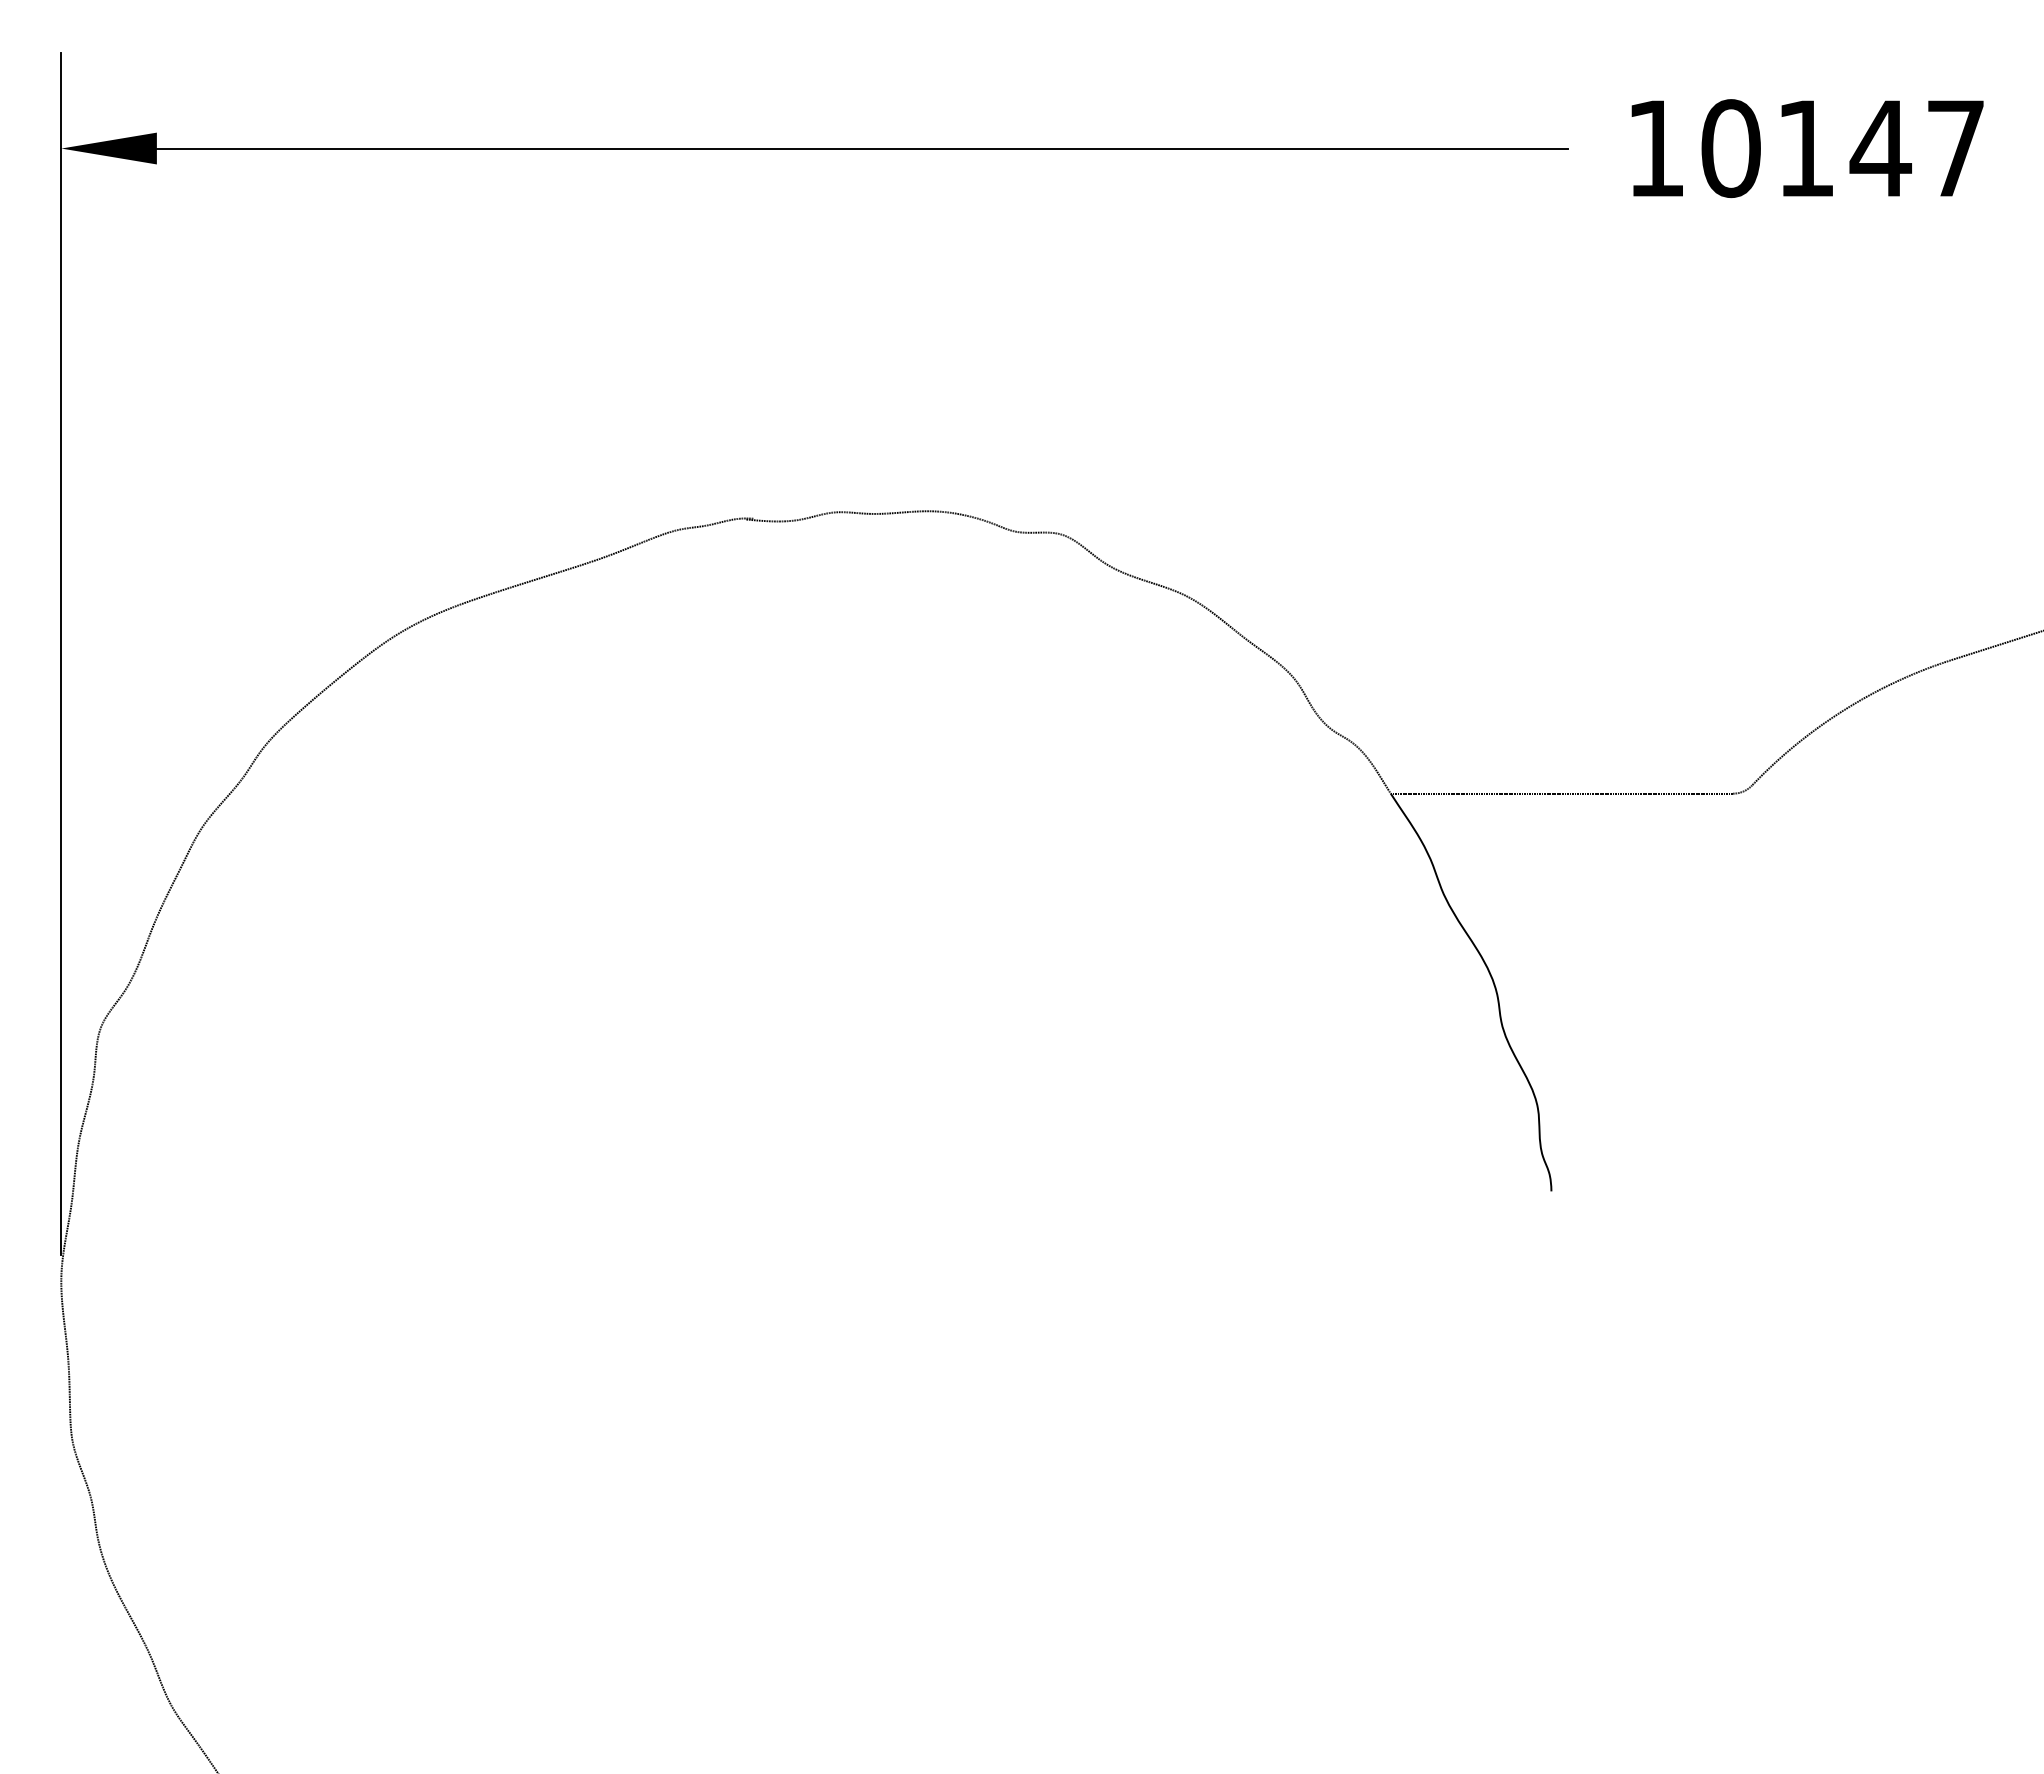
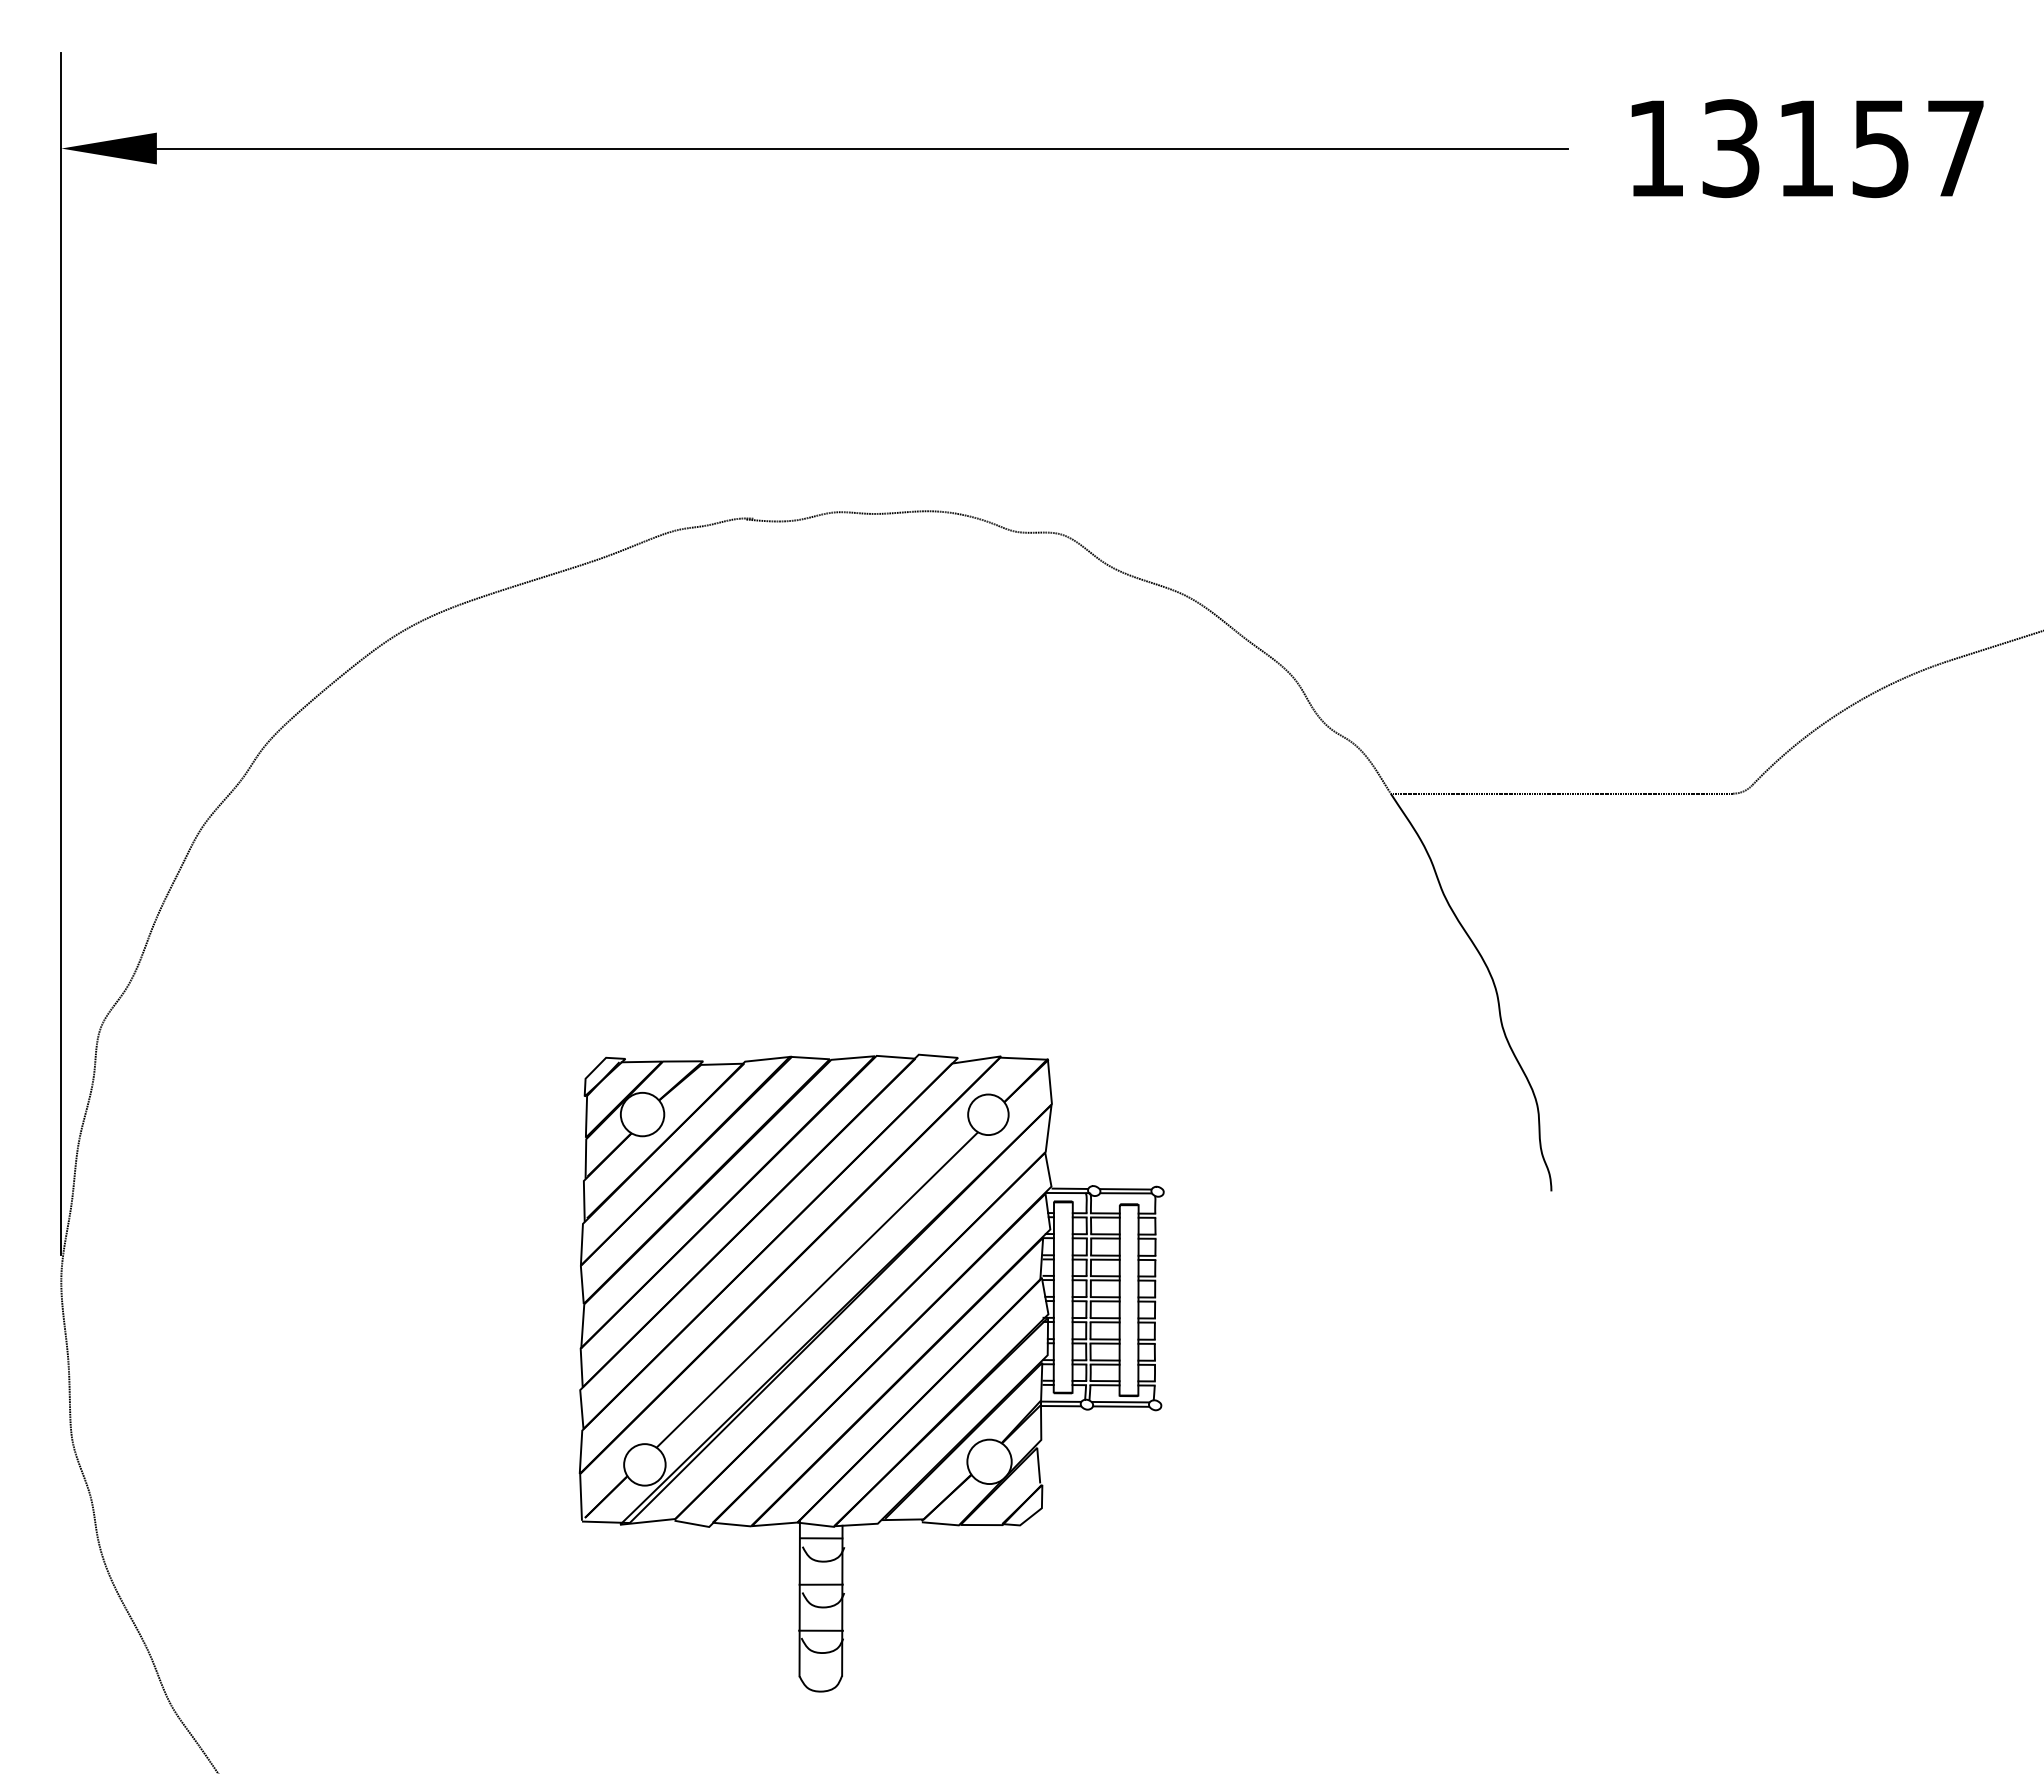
text at (1806, 148): 10147 -> 13157
part at (871, 1372): none -> present
